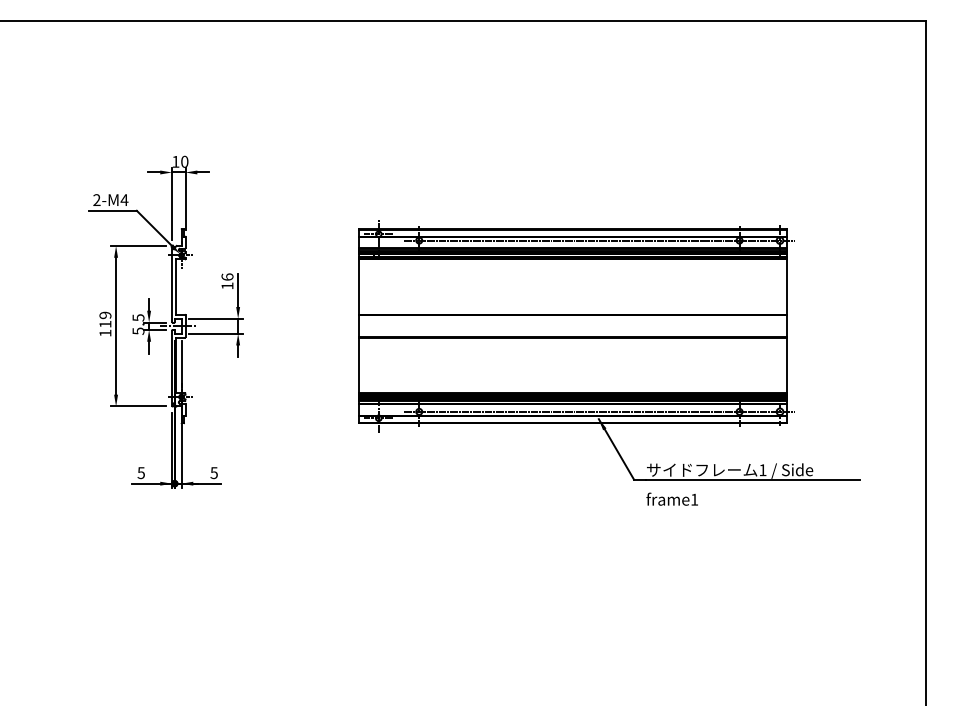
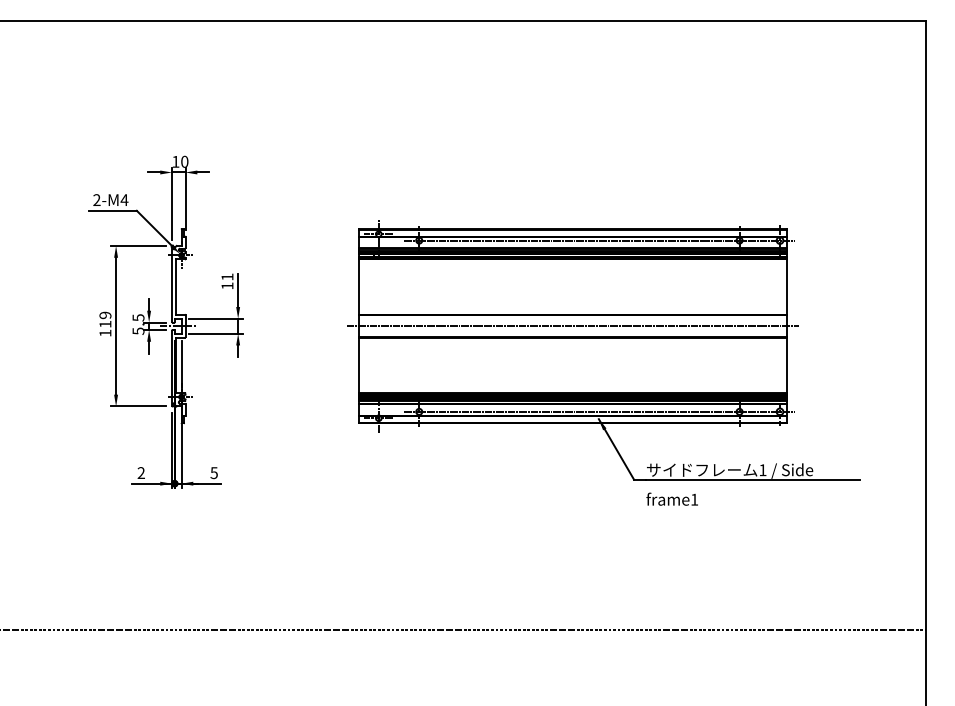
text at (227, 276): 16 -> 11
line at (572, 326): none -> present
text at (140, 473): 5 -> 2
line at (464, 630): none -> present
